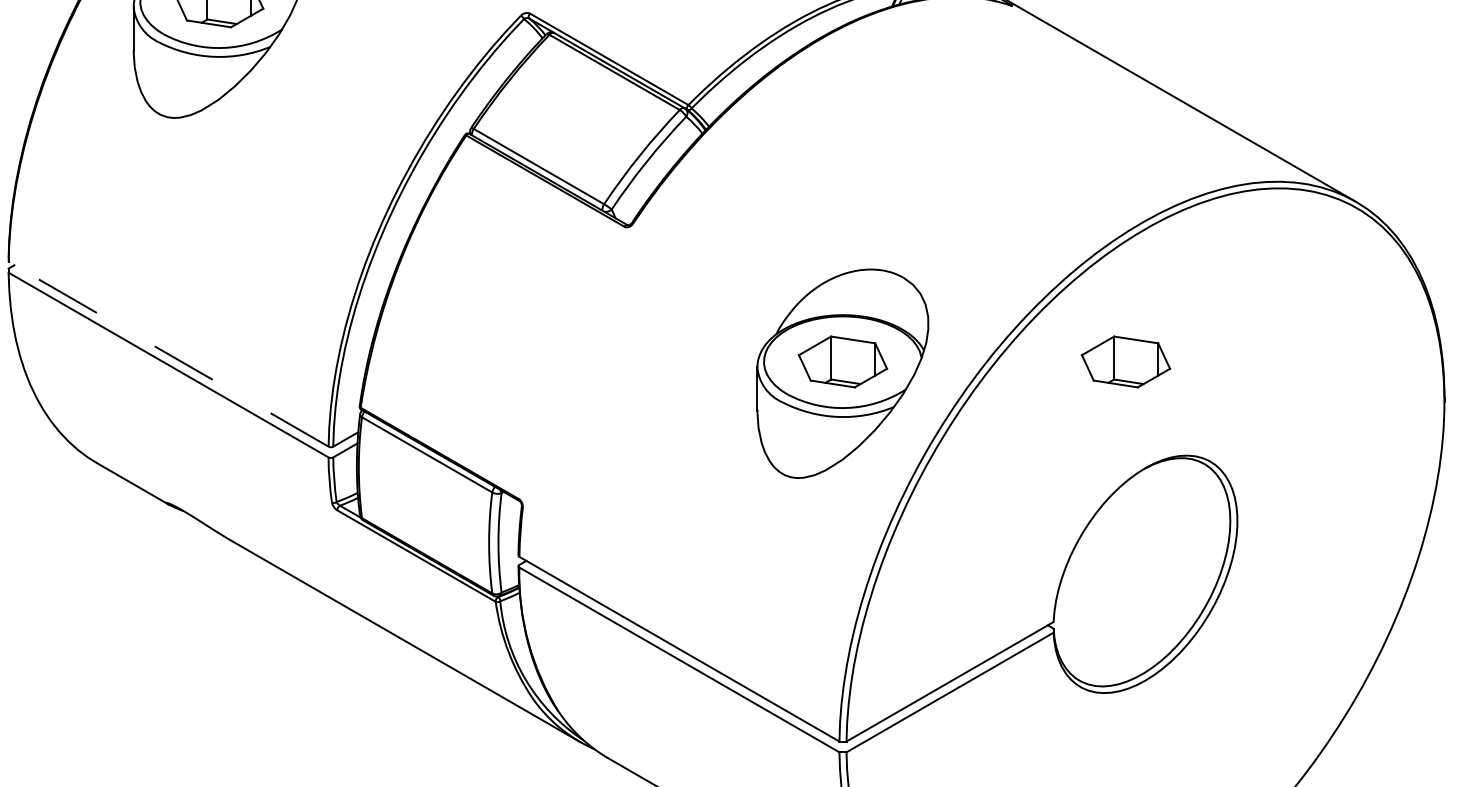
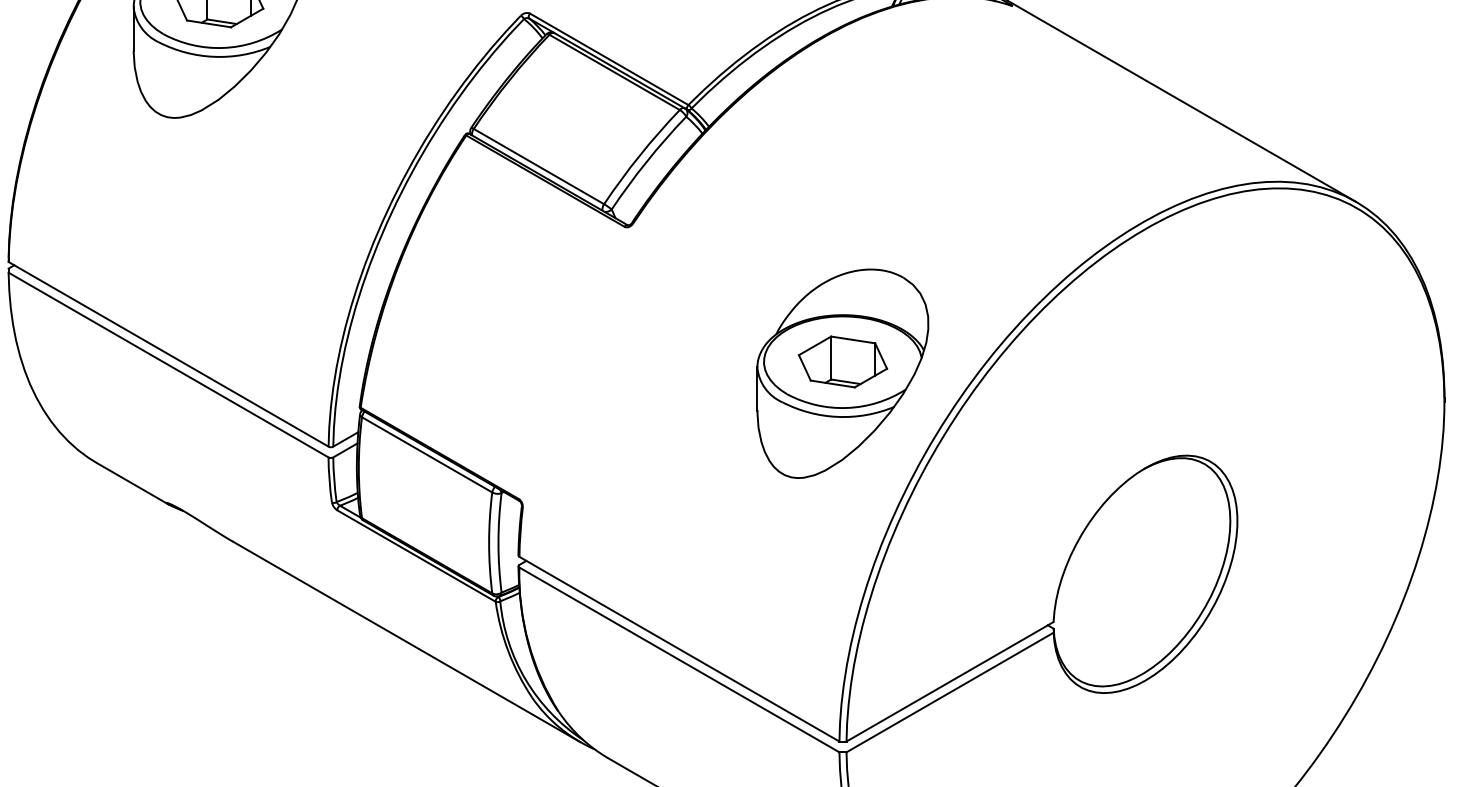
line at (168, 354): dashed -> solid
part at (1125, 361): present -> none
